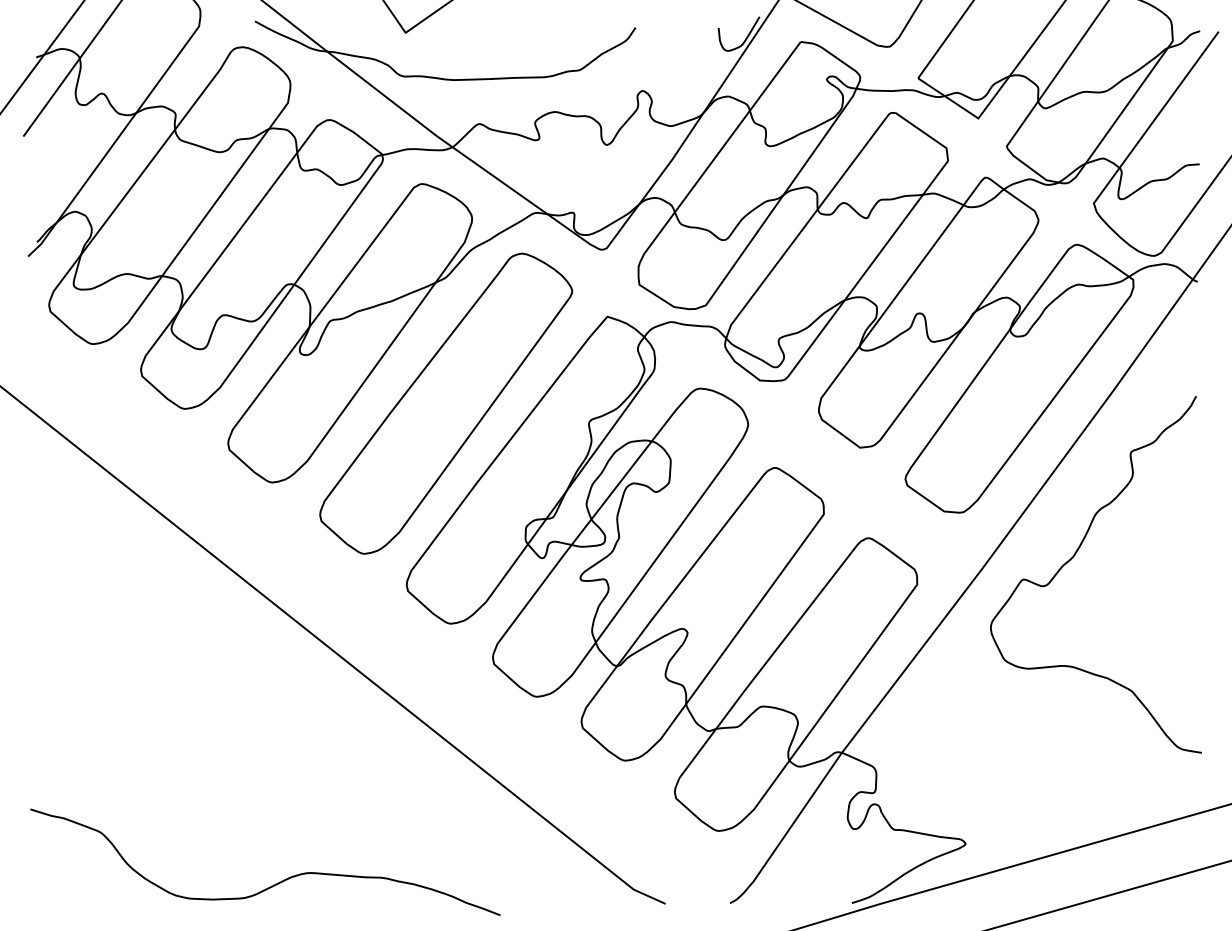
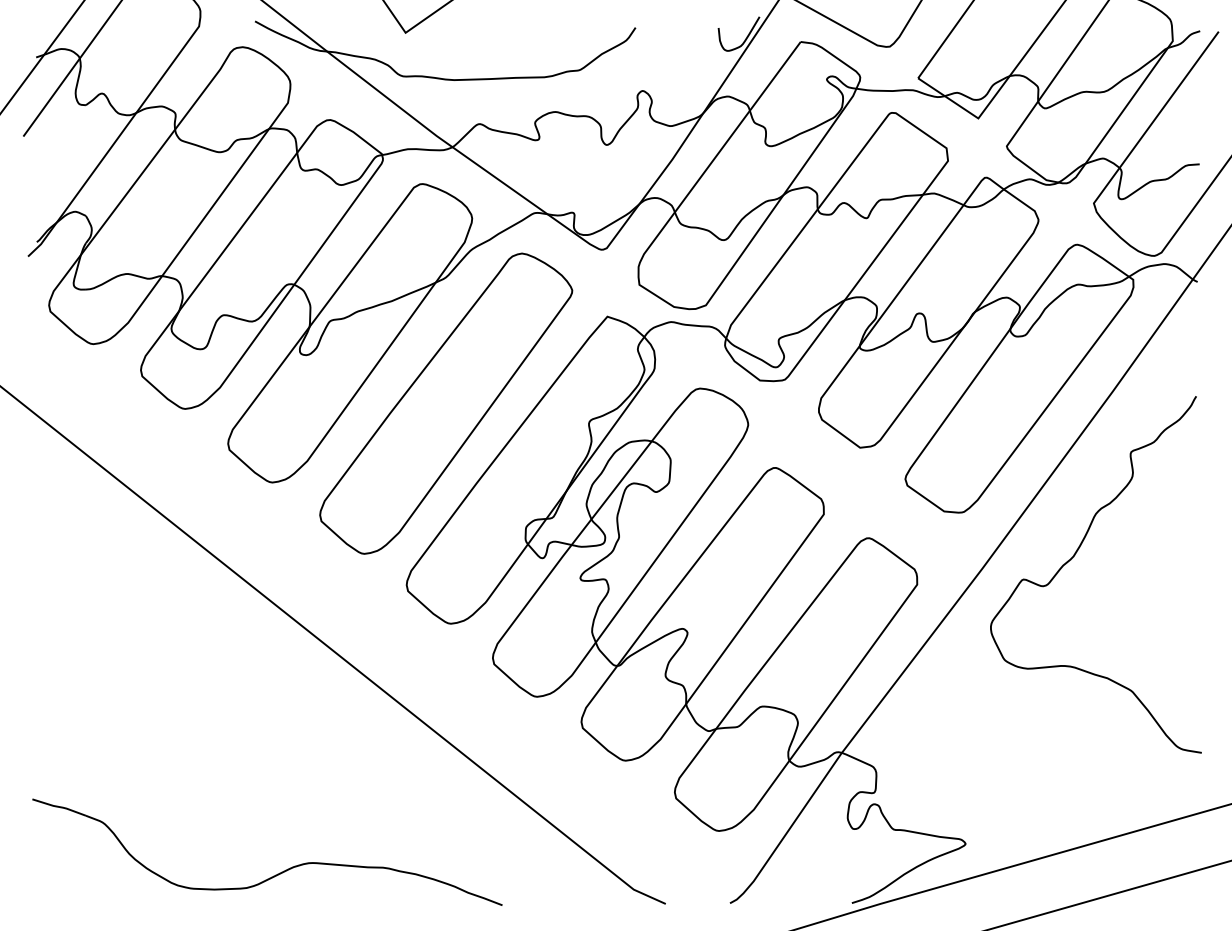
part at (275, 883) position: (275, 883) -> (277, 873)
